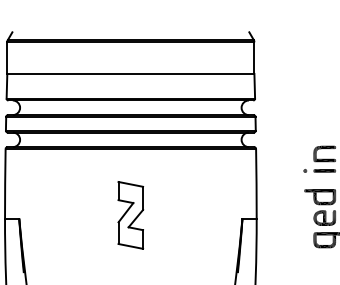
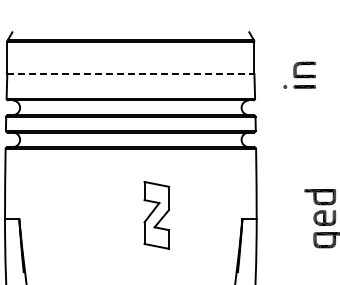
line at (130, 73): solid -> dashed
part at (319, 158) position: (319, 158) -> (299, 74)
part at (130, 215) position: (130, 215) -> (156, 215)
